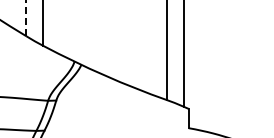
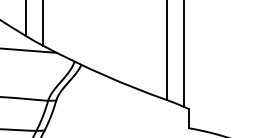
line at (26, 18): dashed -> solid
line at (29, 50): none -> present
